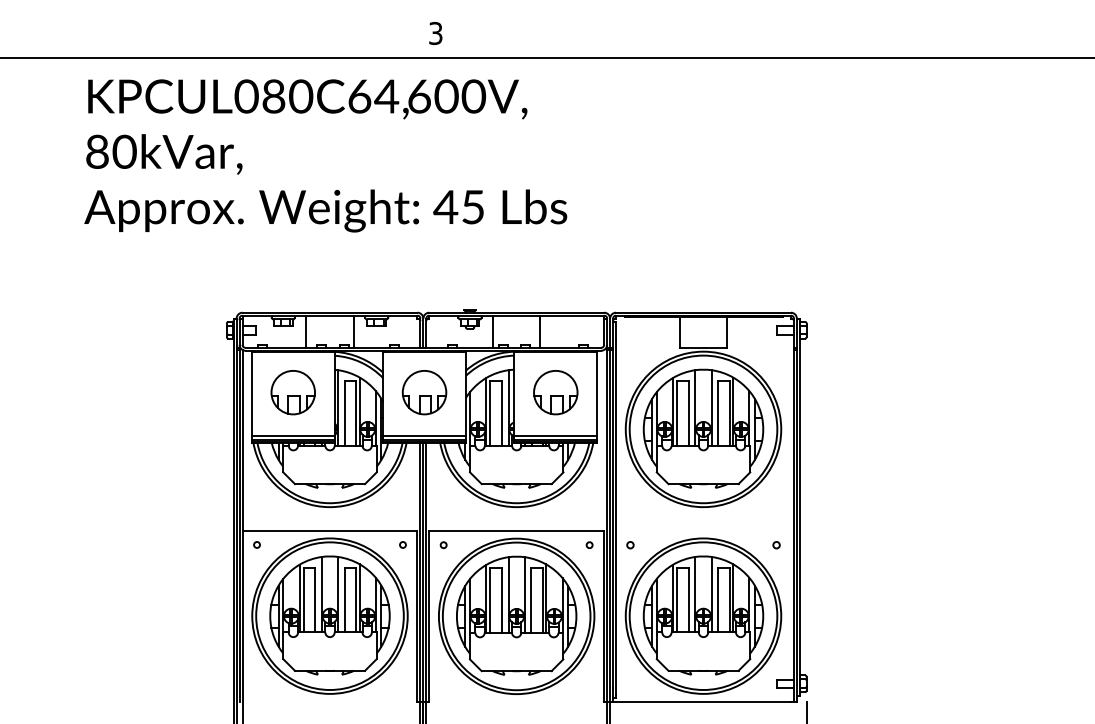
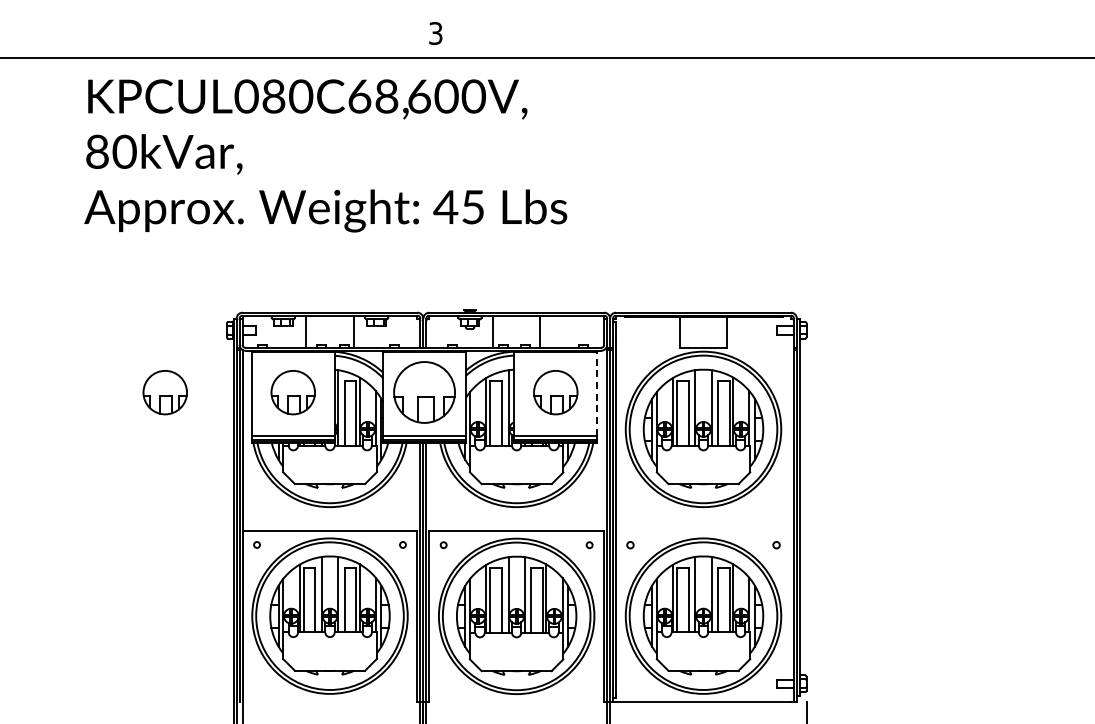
text at (386, 96): KPCUL080C64, -> KPCUL080C68,
part at (164, 392): none -> present
part at (424, 392) size: 47x46 px -> 63x63 px
line at (597, 393): solid -> dashed
